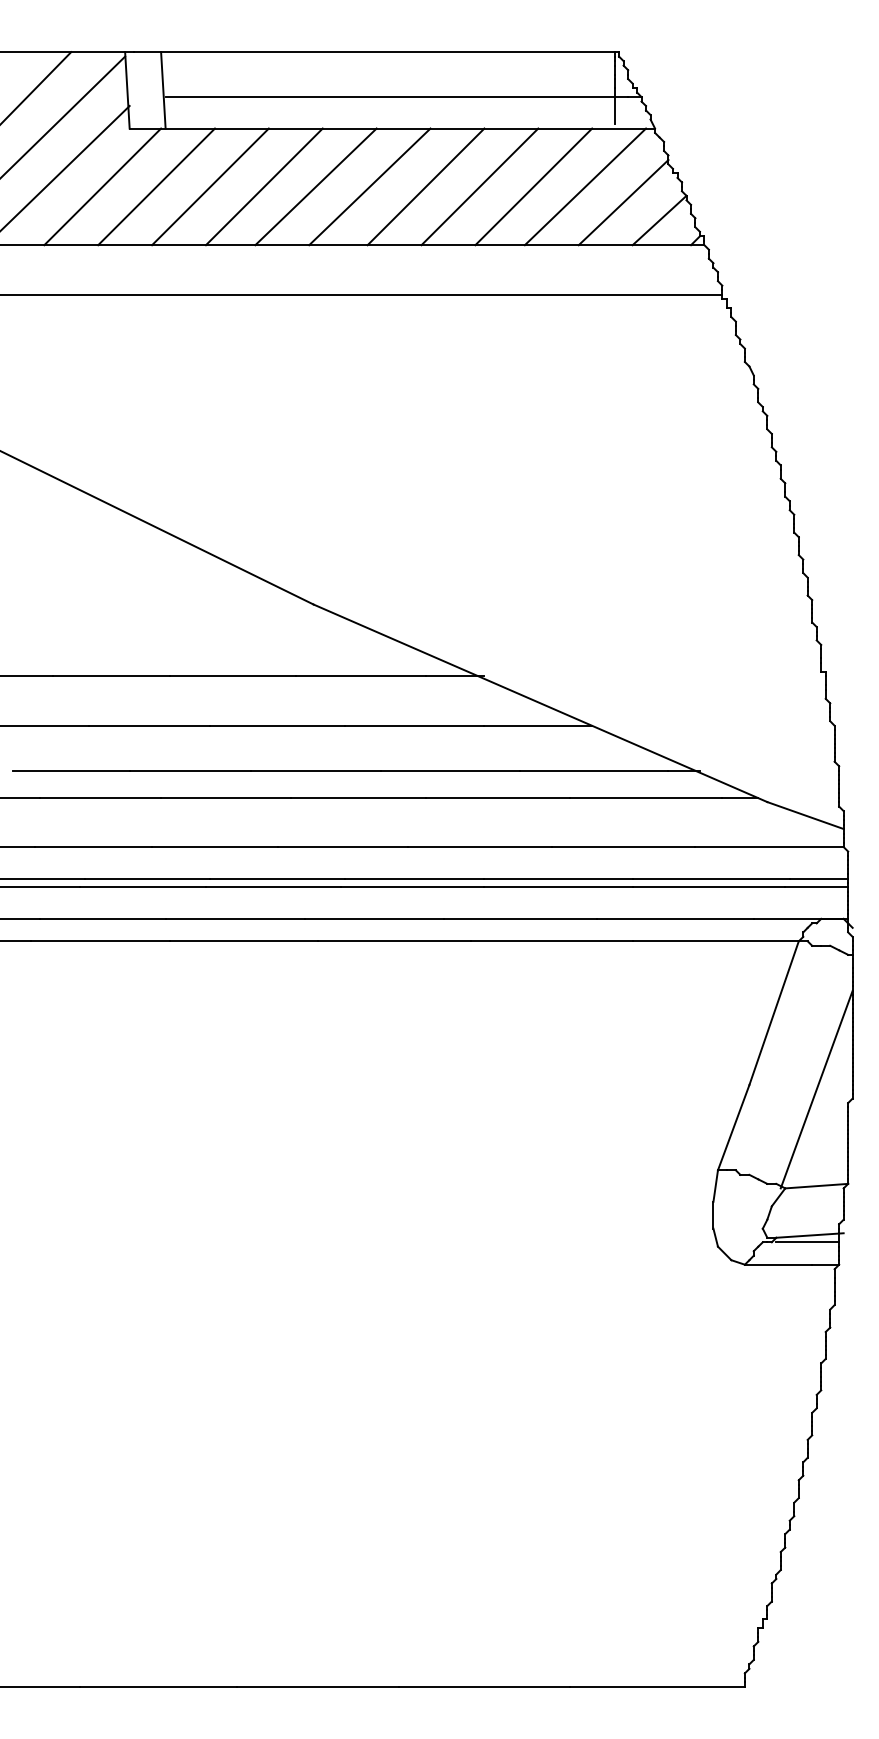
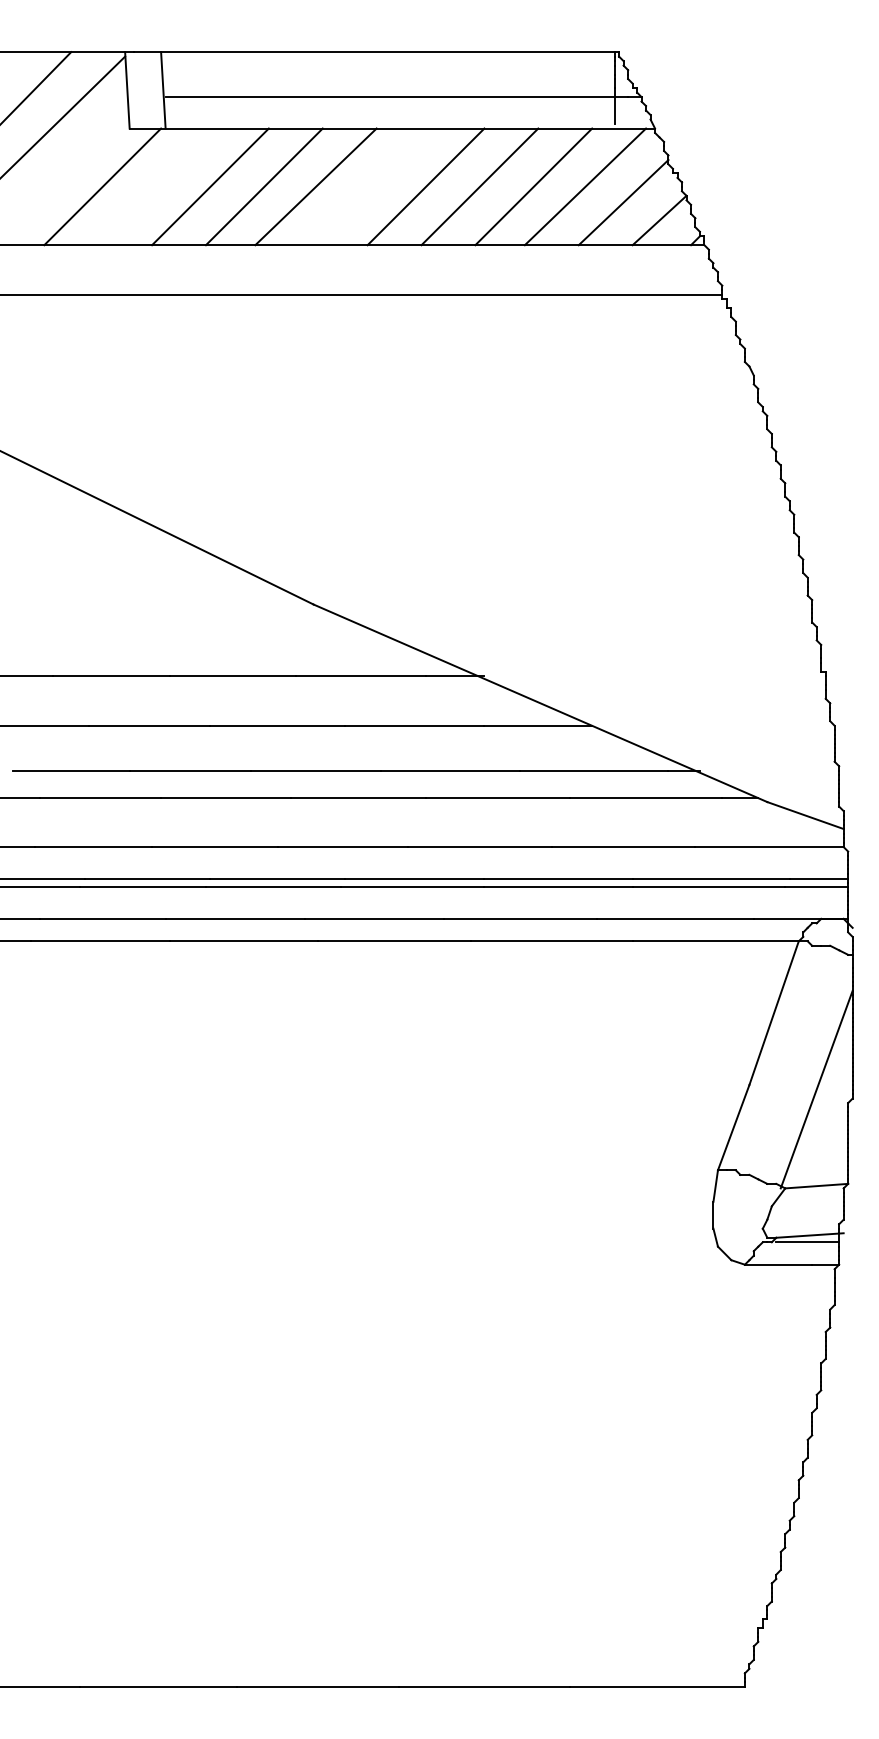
line at (65, 167): present -> none
line at (156, 186): present -> none
line at (369, 186): present -> none
